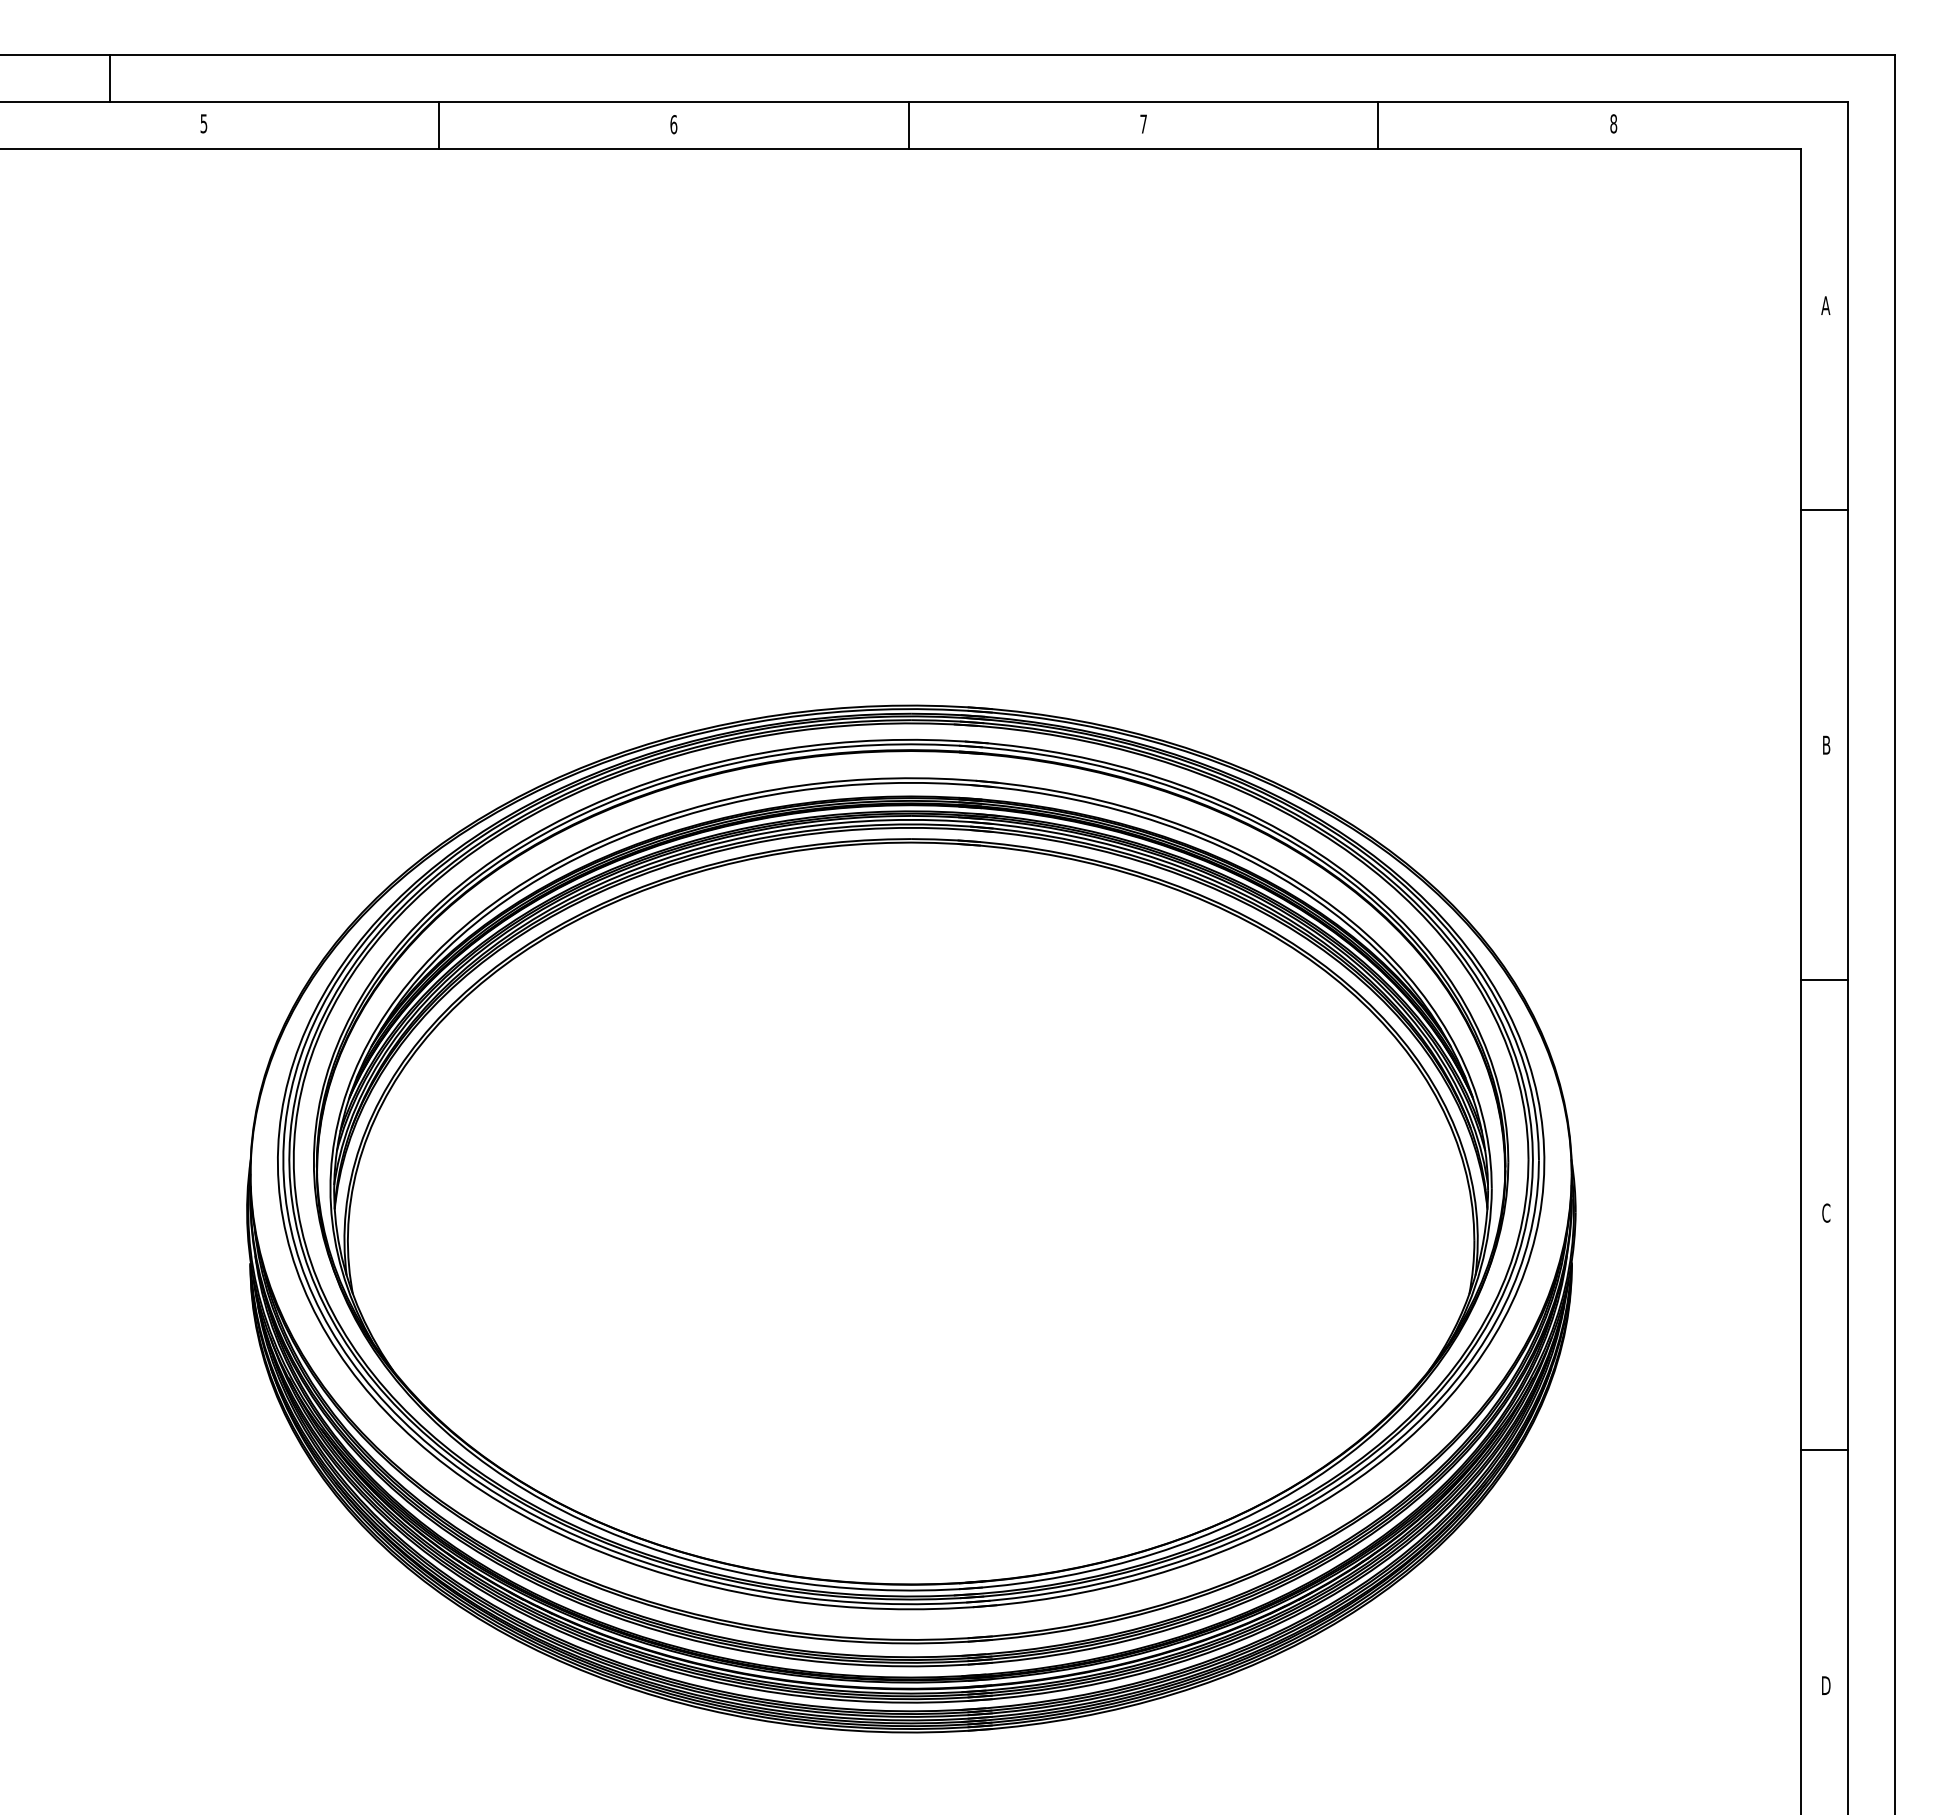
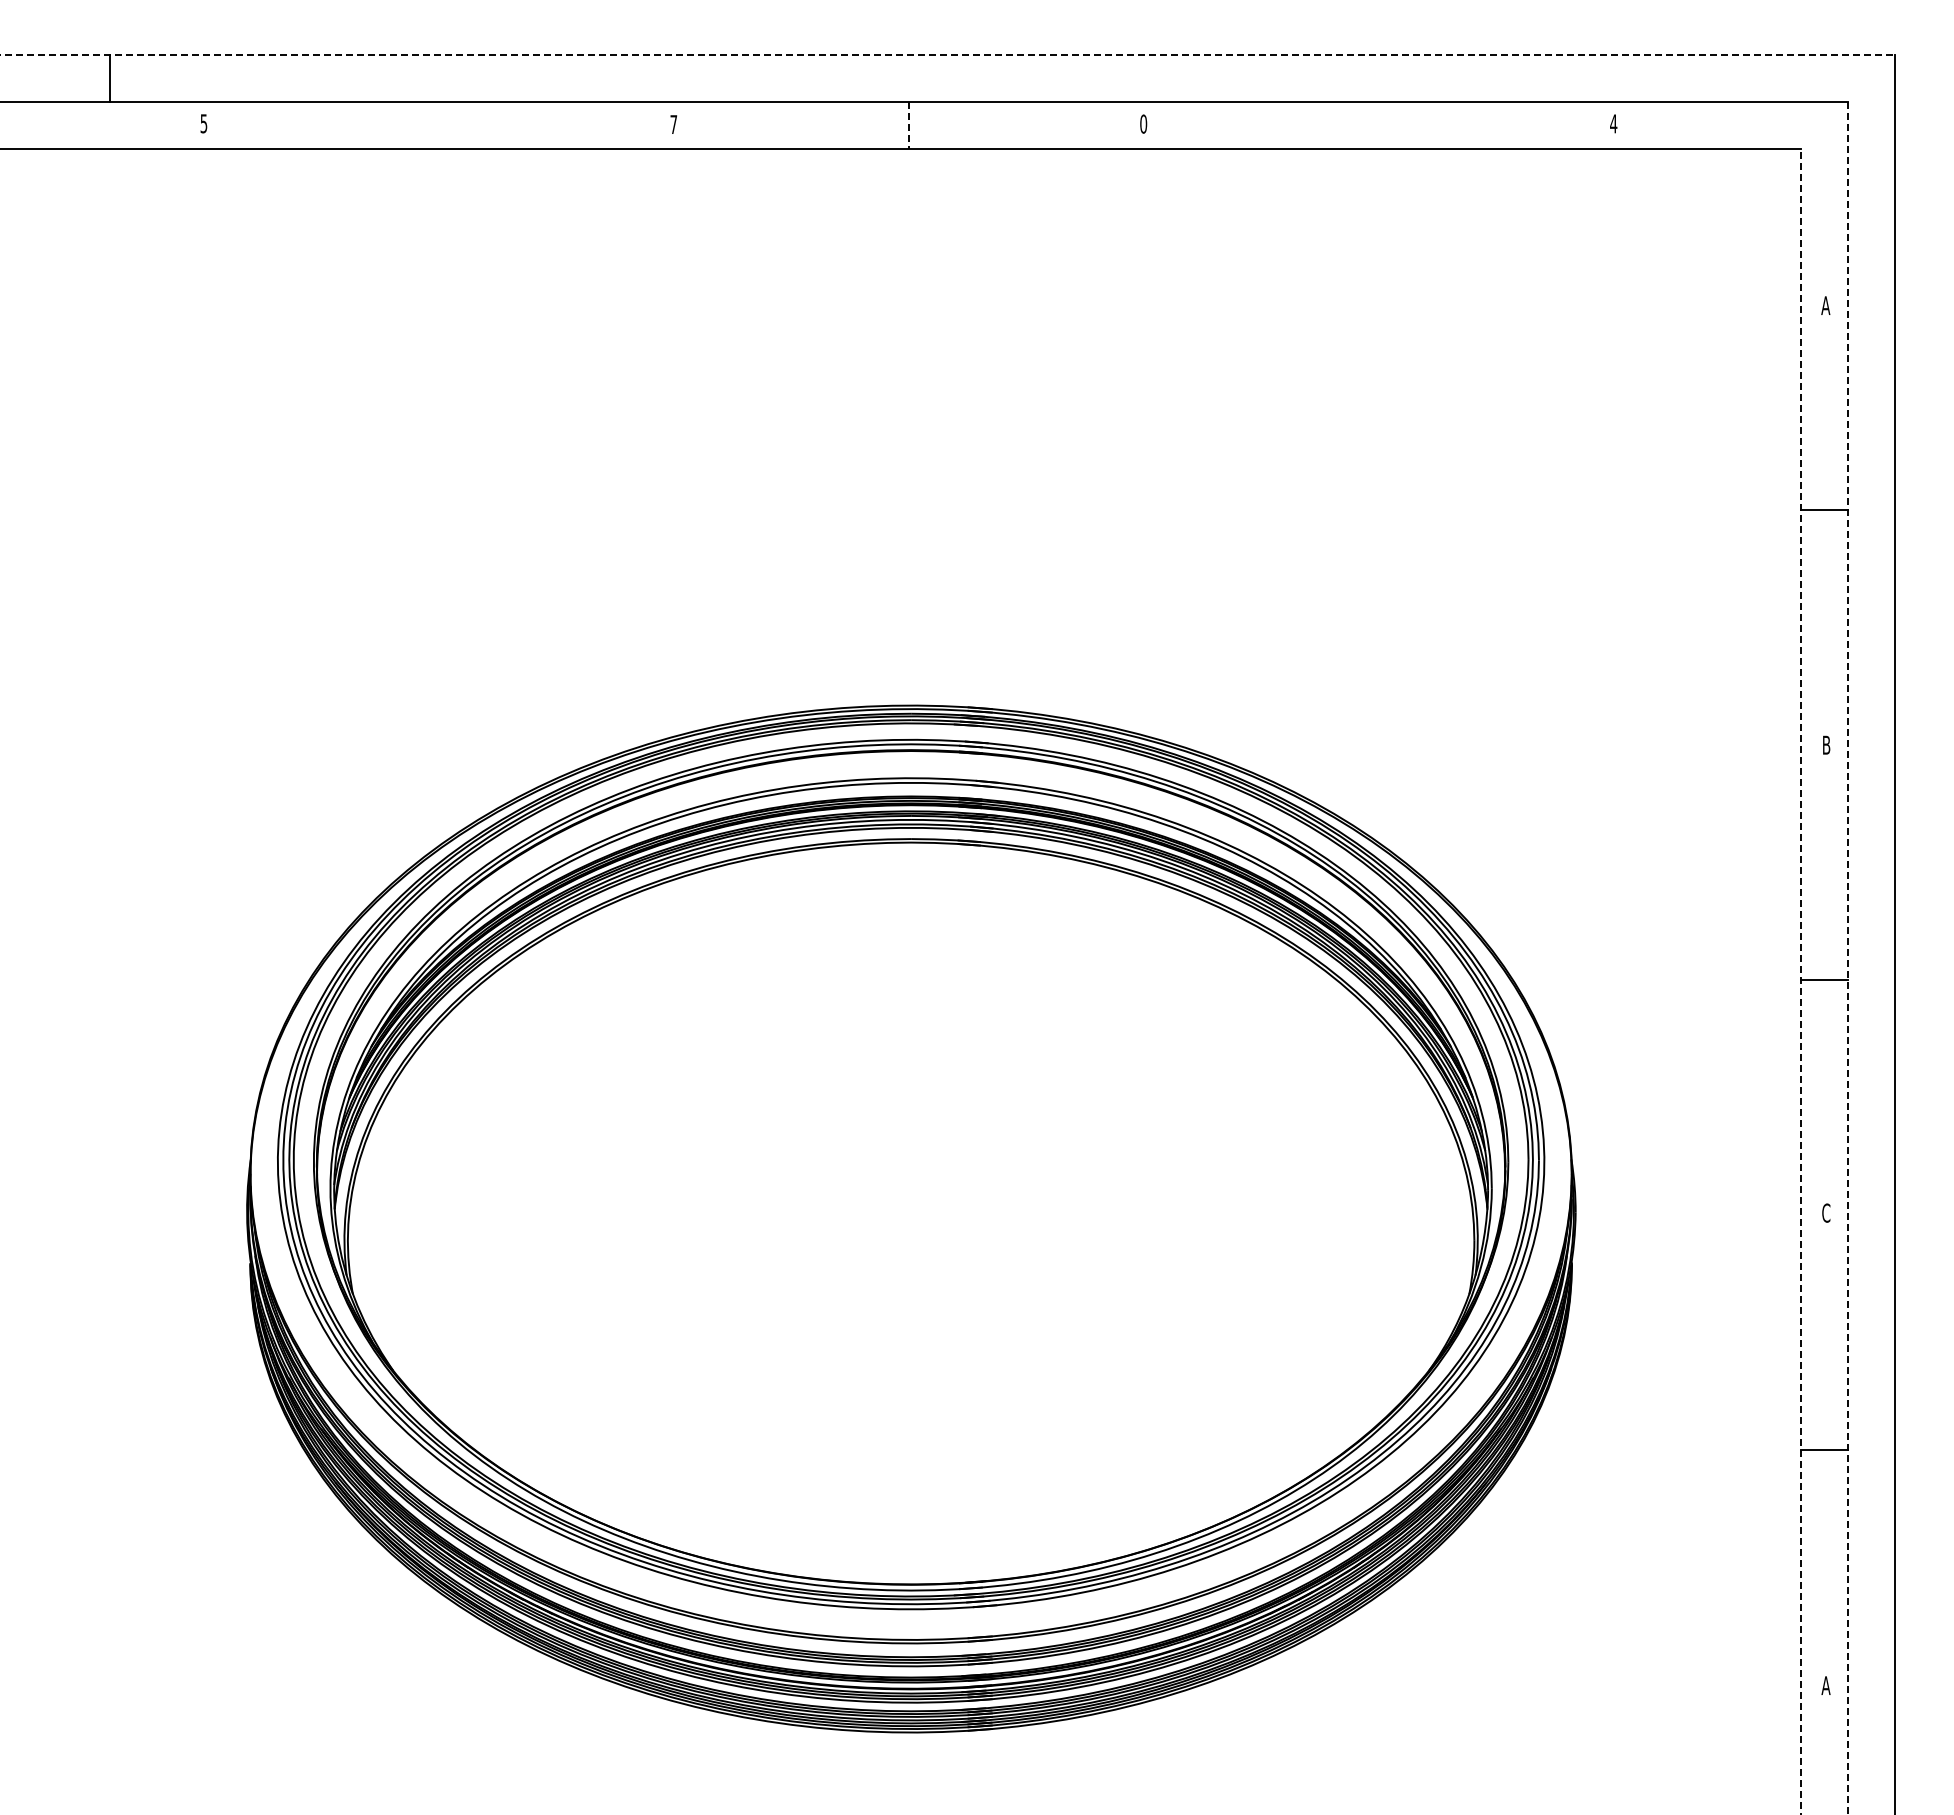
line at (948, 54): solid -> dashed
text at (1143, 123): 7 -> 0
text at (1613, 123): 8 -> 4
line at (438, 124): present -> none
text at (673, 124): 6 -> 7
line at (1378, 124): present -> none
line at (908, 125): solid -> dashed
line at (1848, 958): solid -> dashed
line at (1801, 981): solid -> dashed
text at (1825, 1685): D -> A
